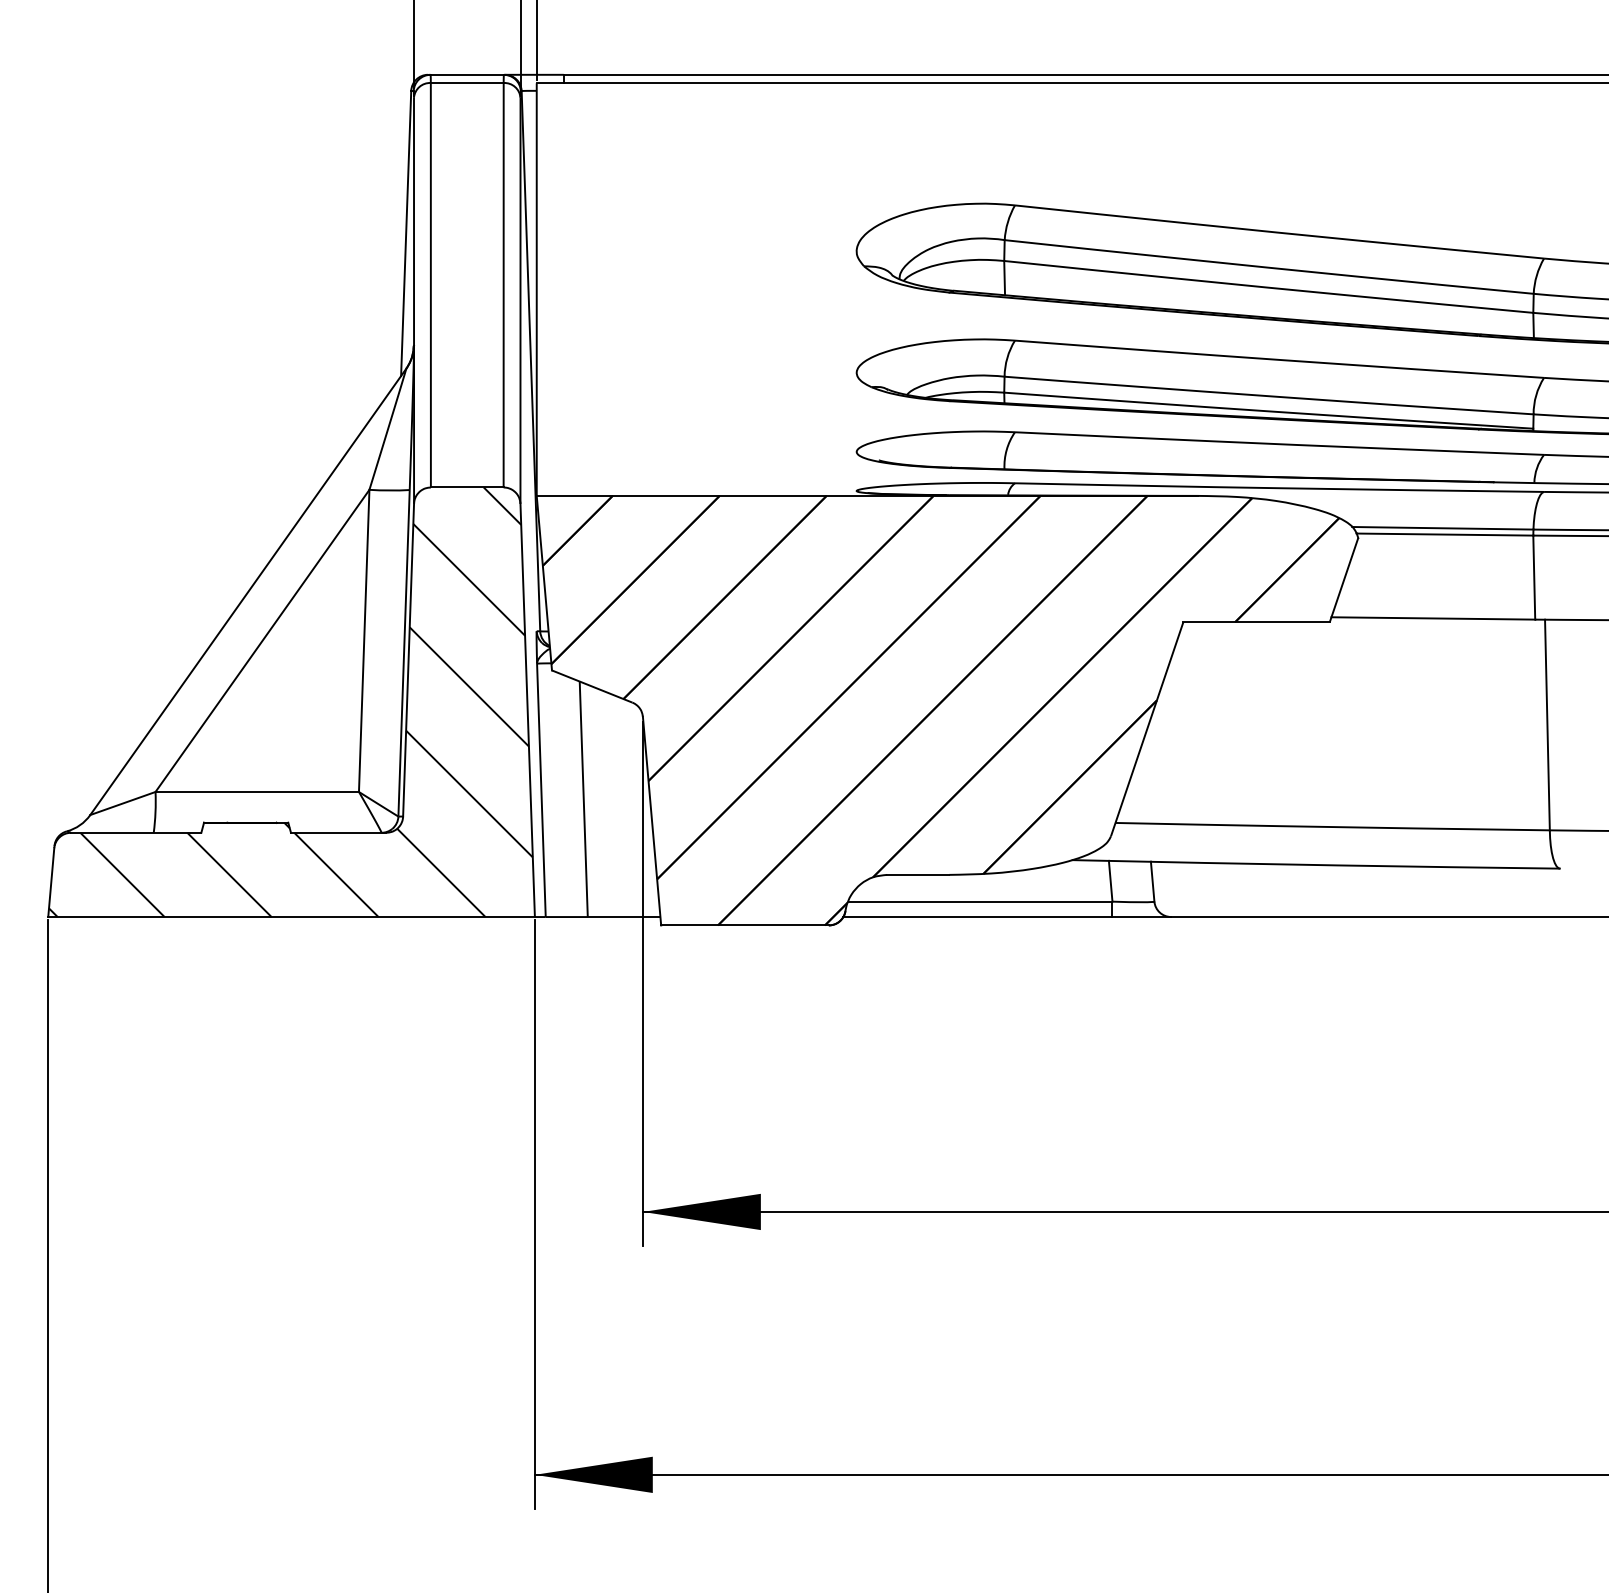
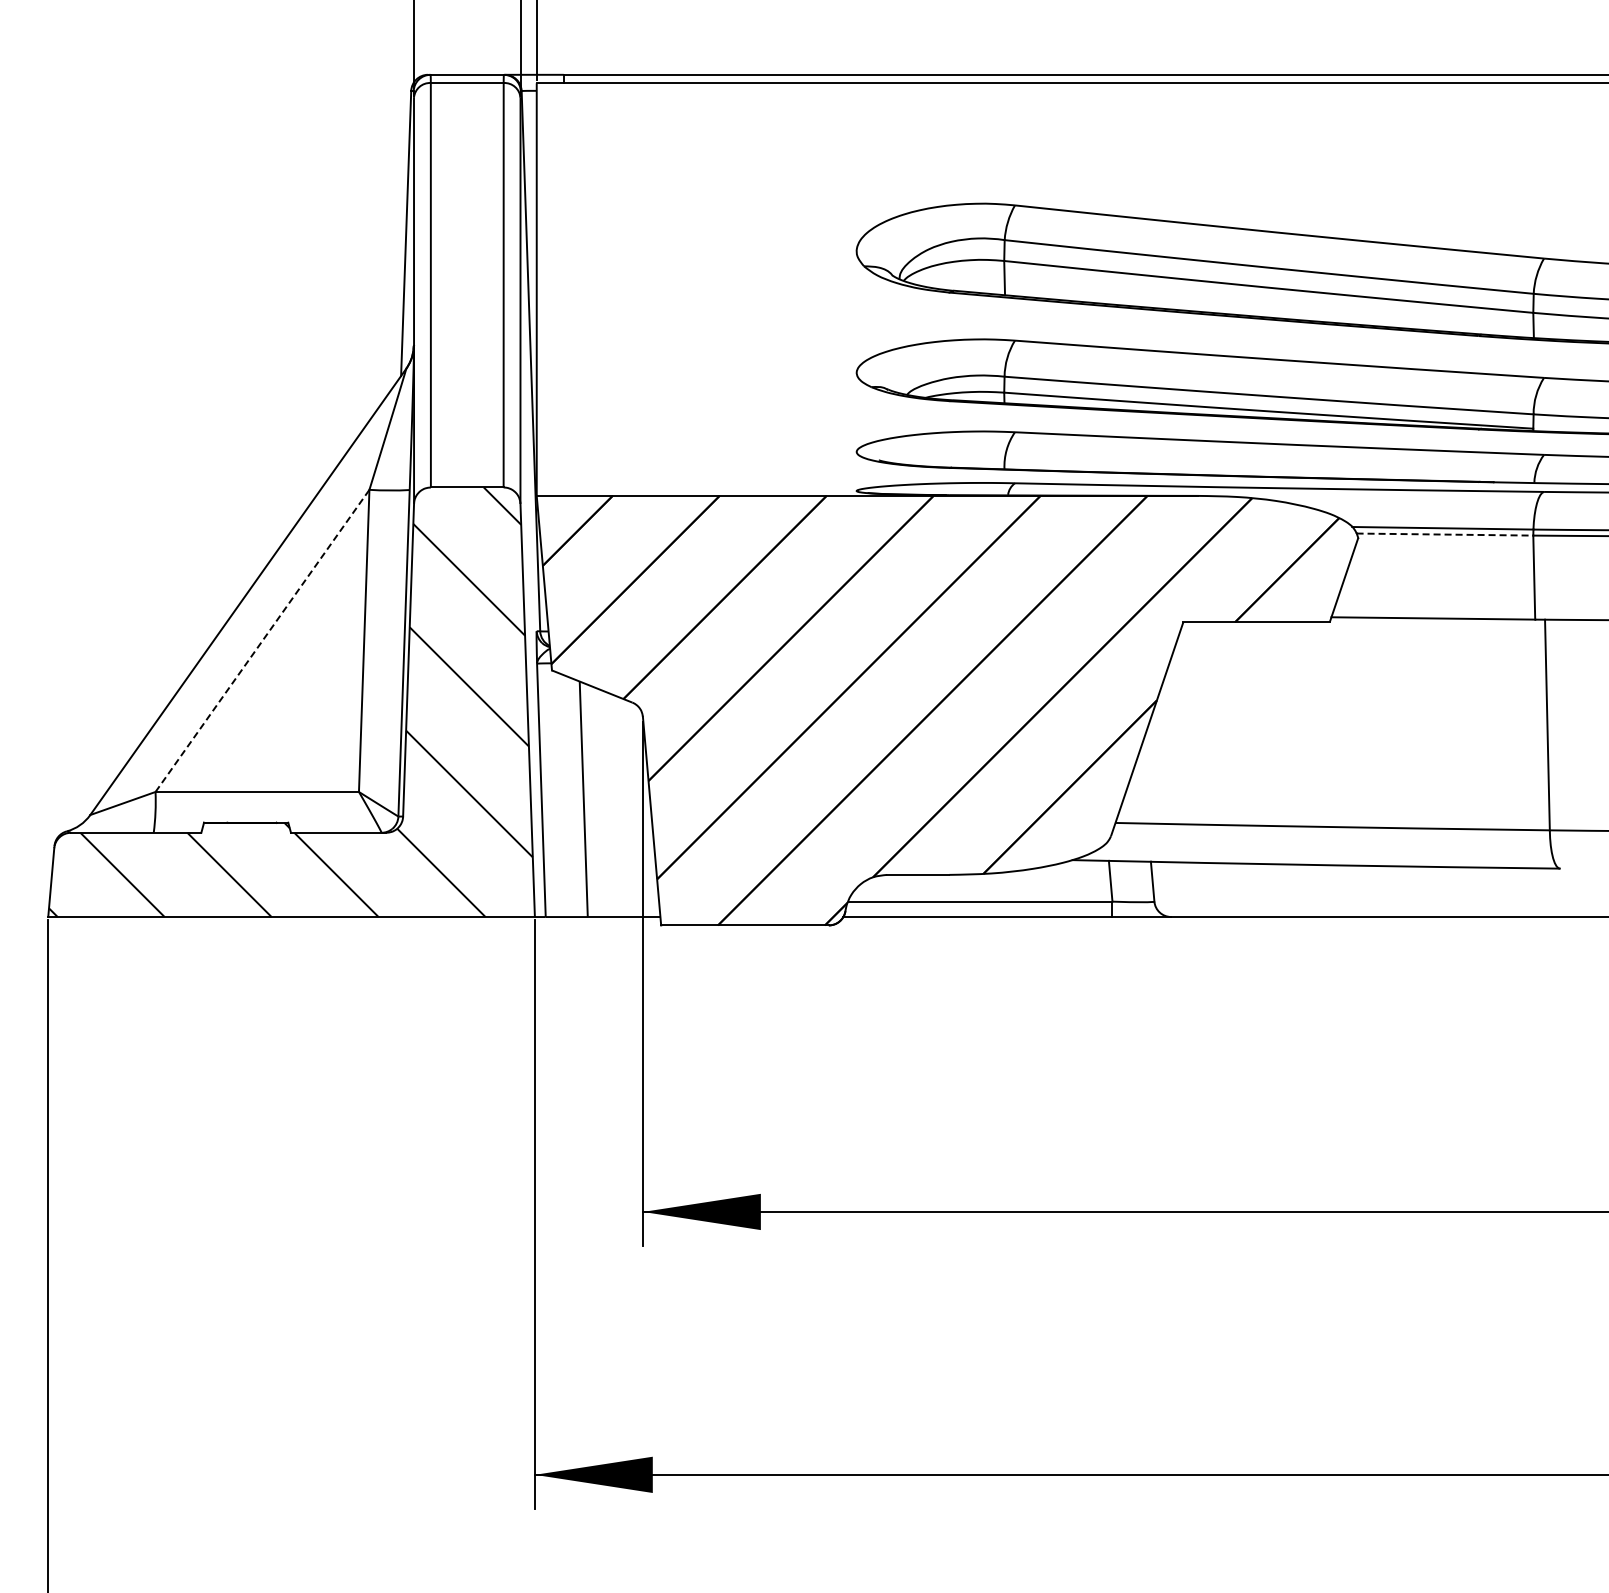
line at (1445, 534): solid -> dashed
line at (262, 640): solid -> dashed
